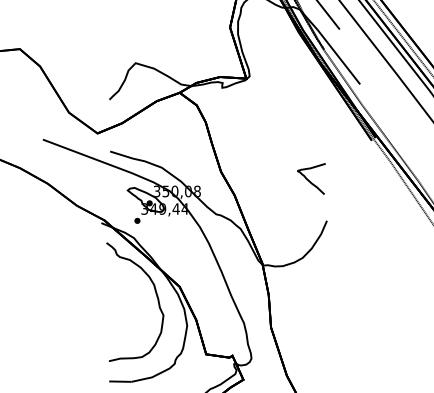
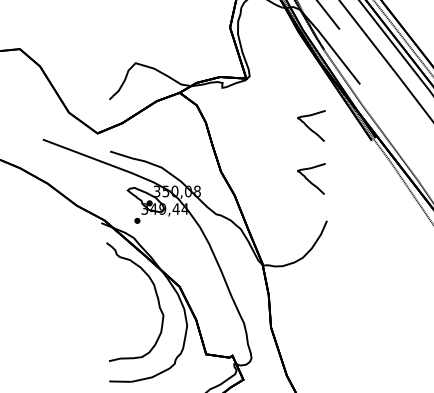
curve at (309, 127): none -> present
